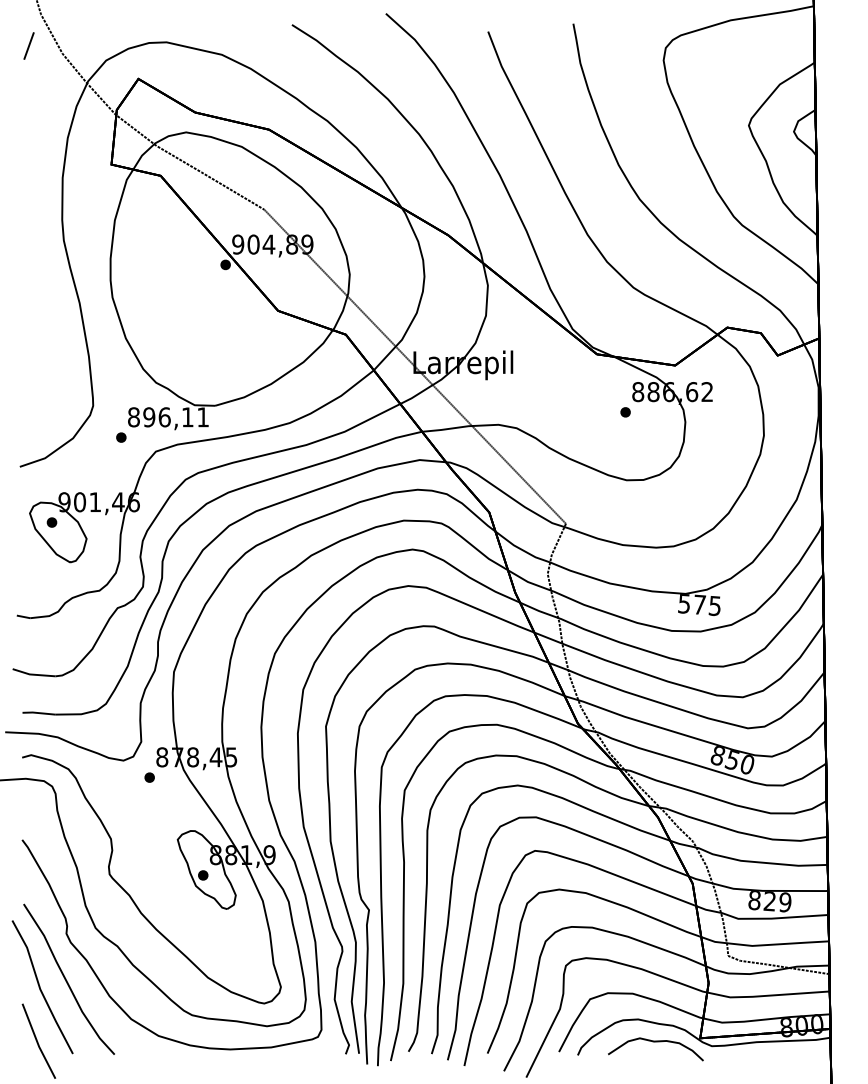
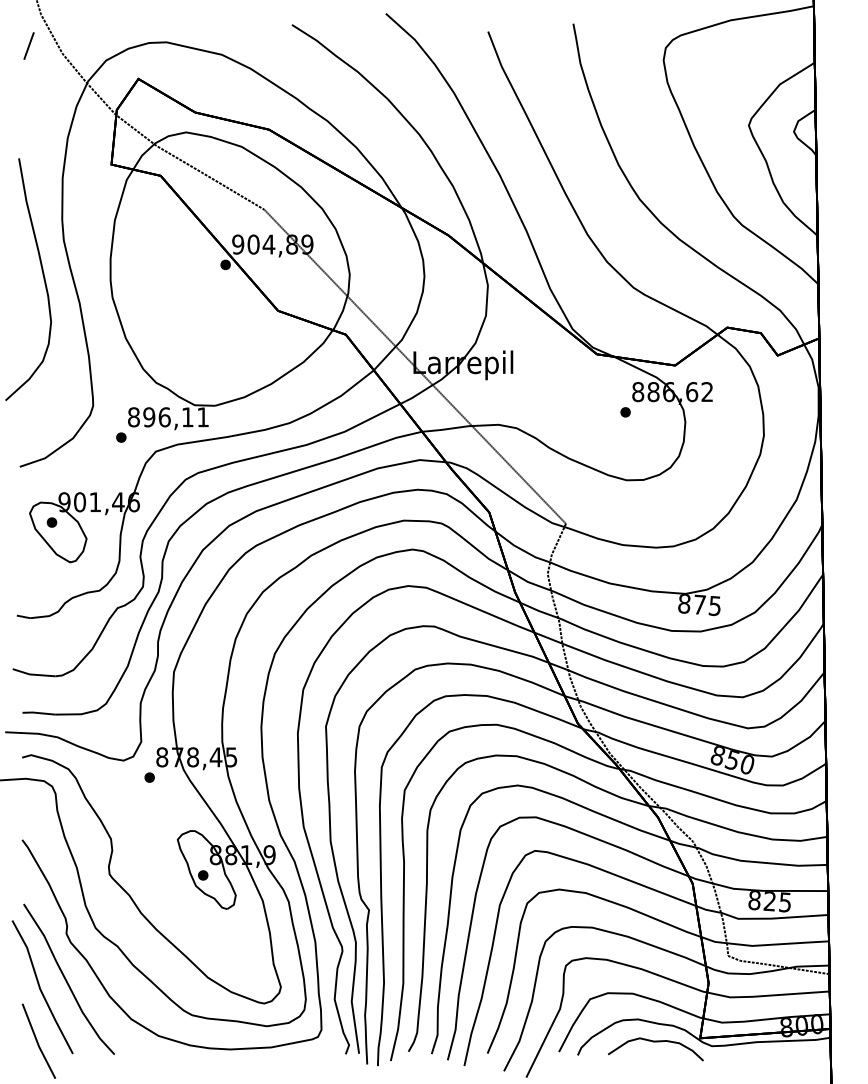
curve at (42, 275): none -> present
text at (684, 603): 575 -> 875
text at (785, 902): 829 -> 825
